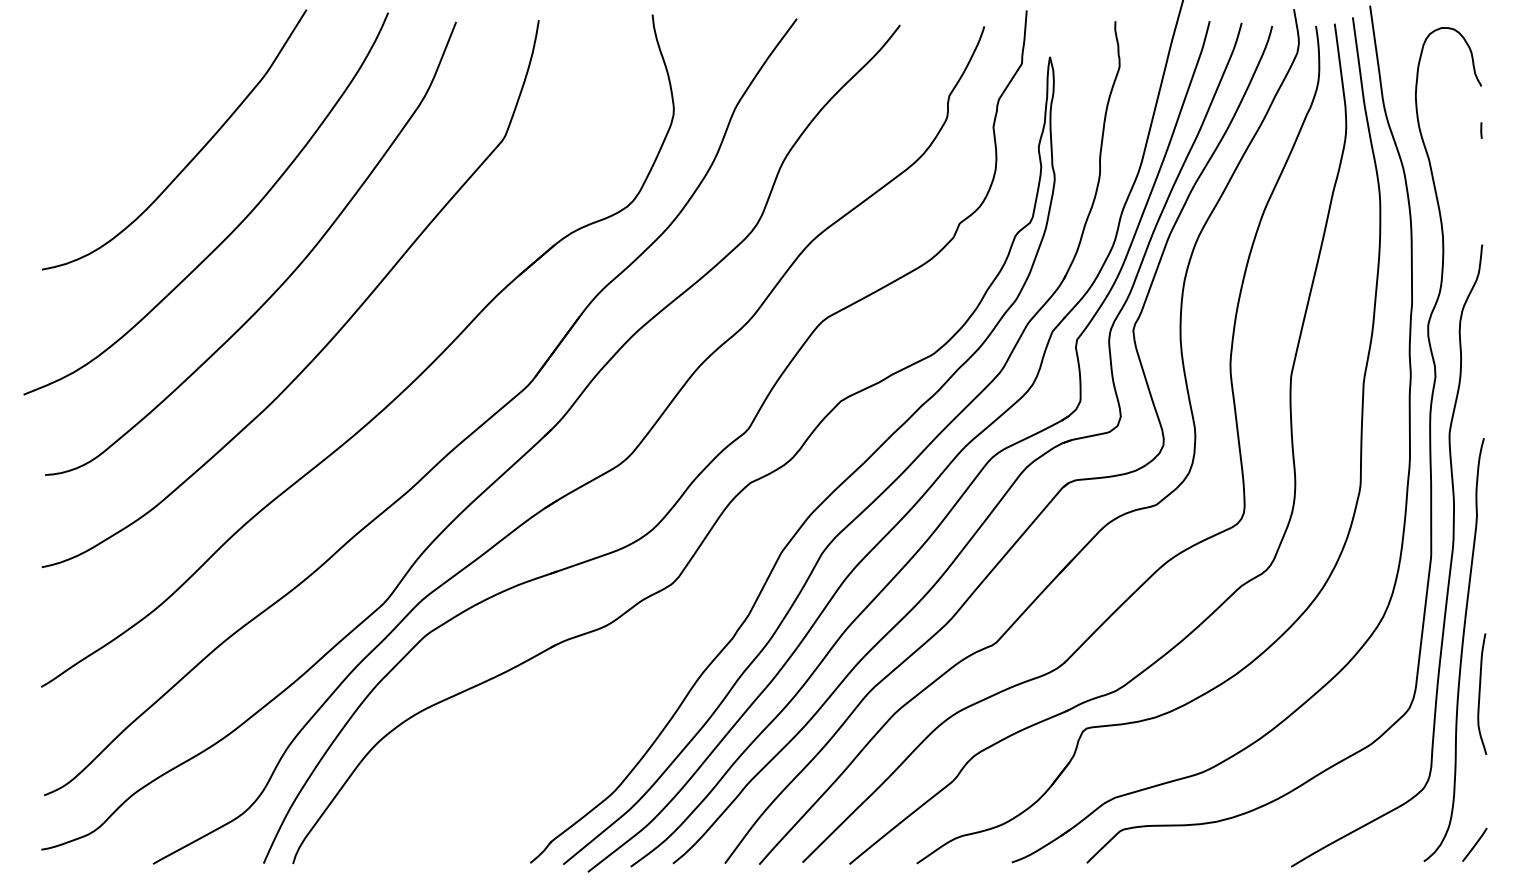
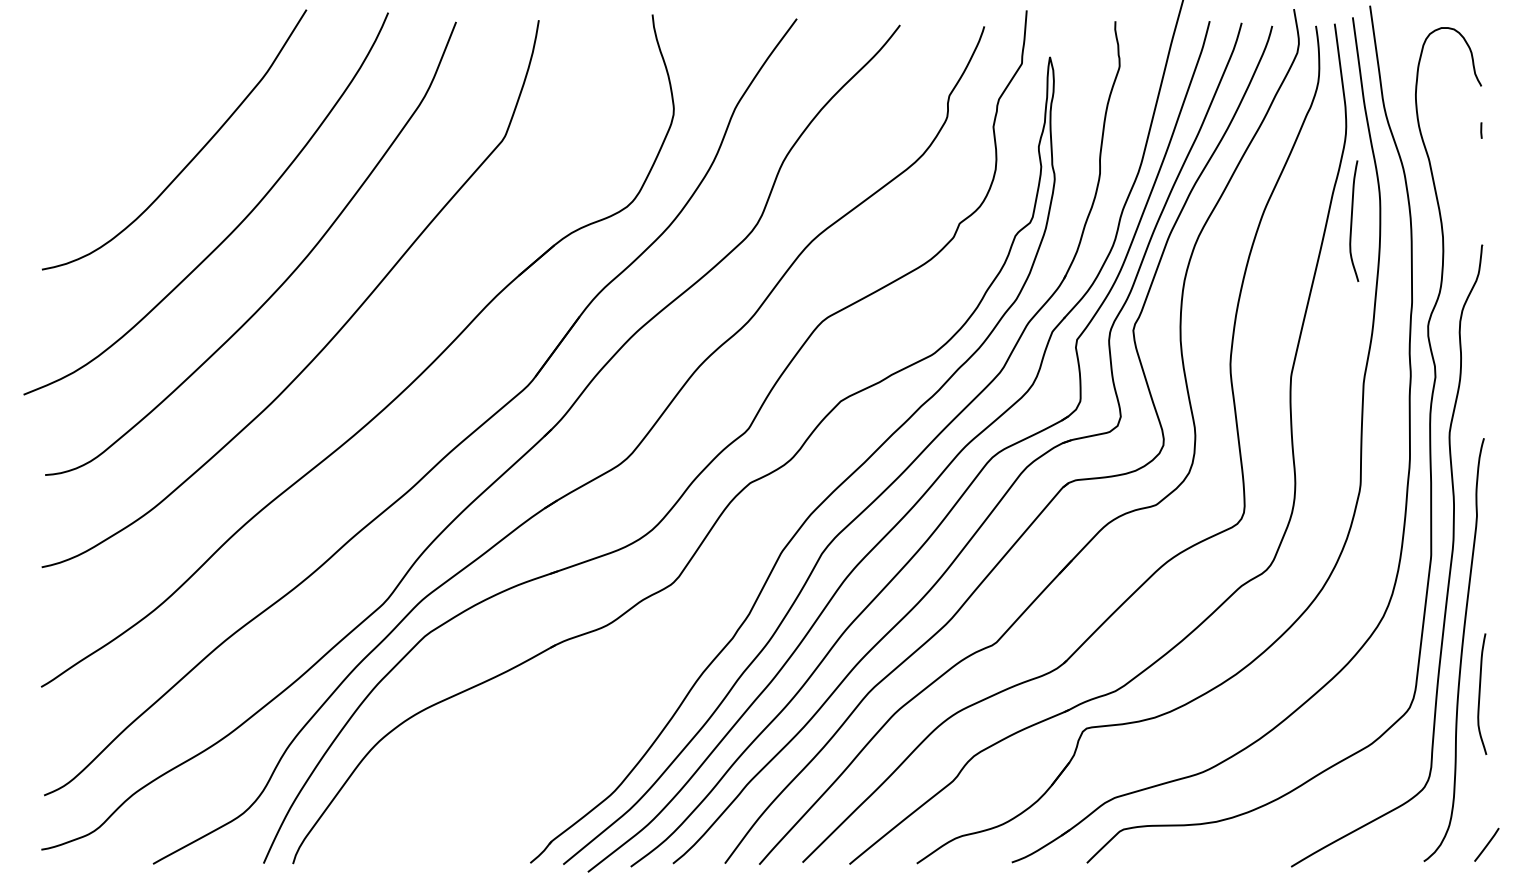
part at (1354, 220): none -> present
line at (1474, 844) position: (1474, 844) -> (1486, 844)
